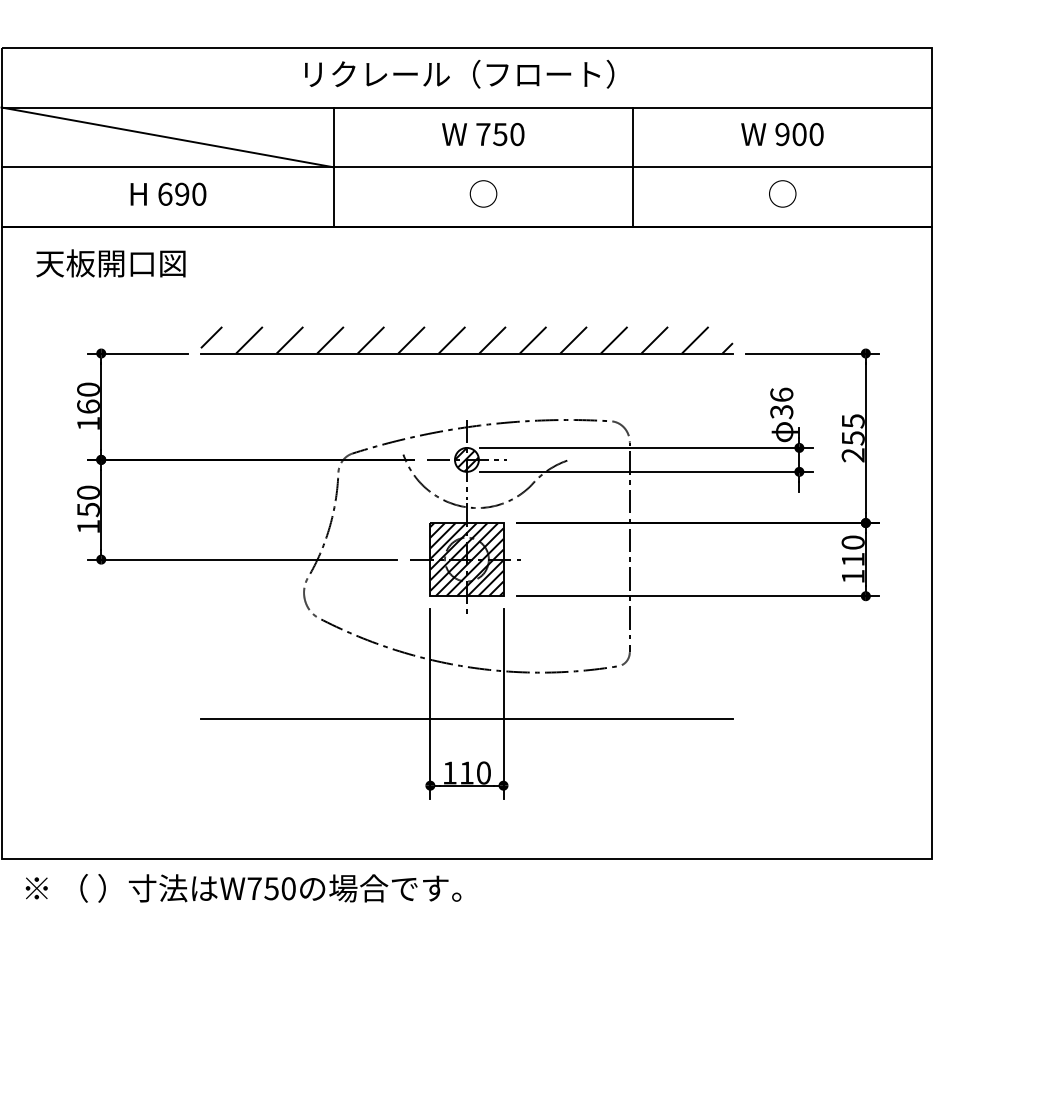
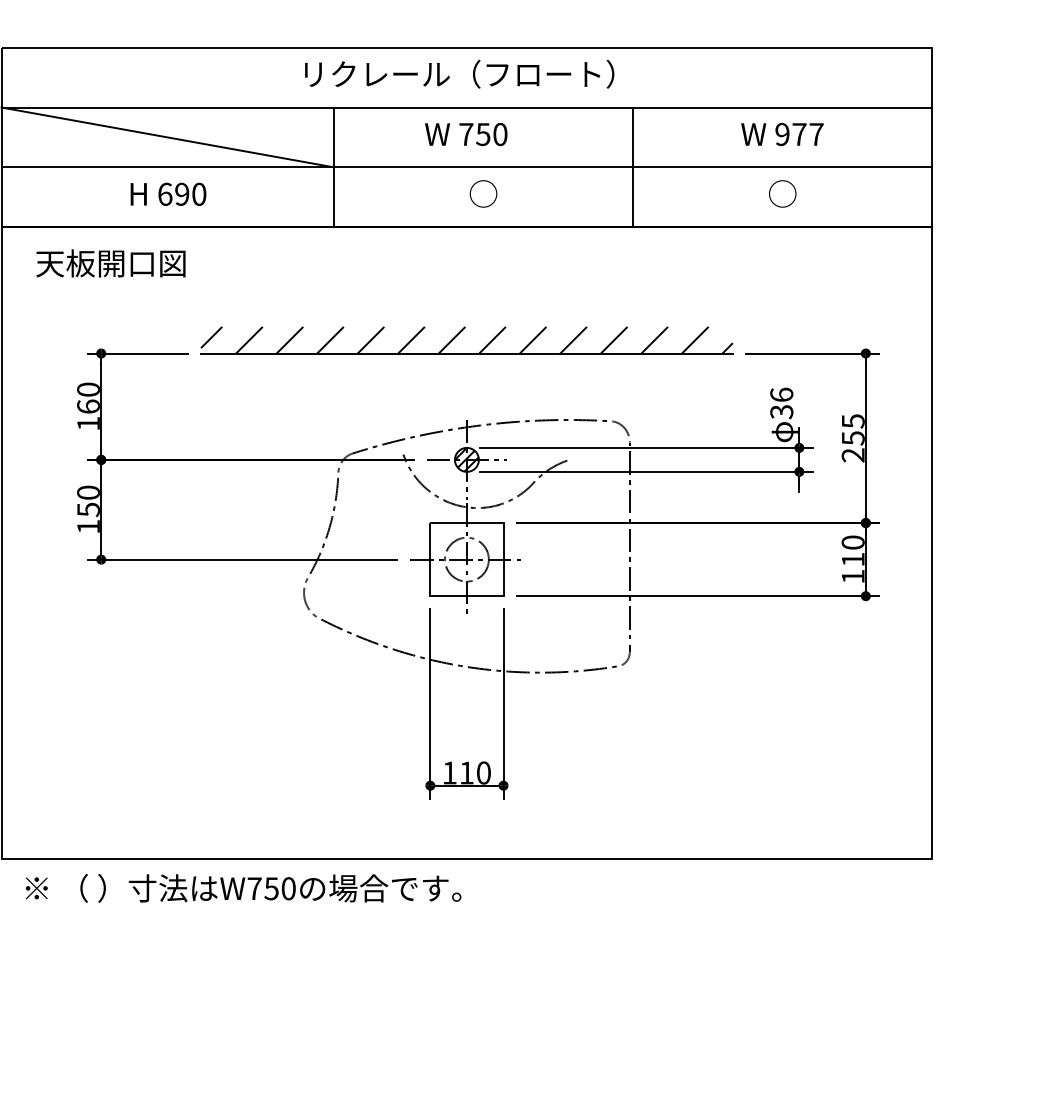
text at (483, 134) position: (483, 134) -> (466, 134)
text at (807, 134): 900 -> 977
hatch at (466, 559): present -> none
line at (466, 719): present -> none
